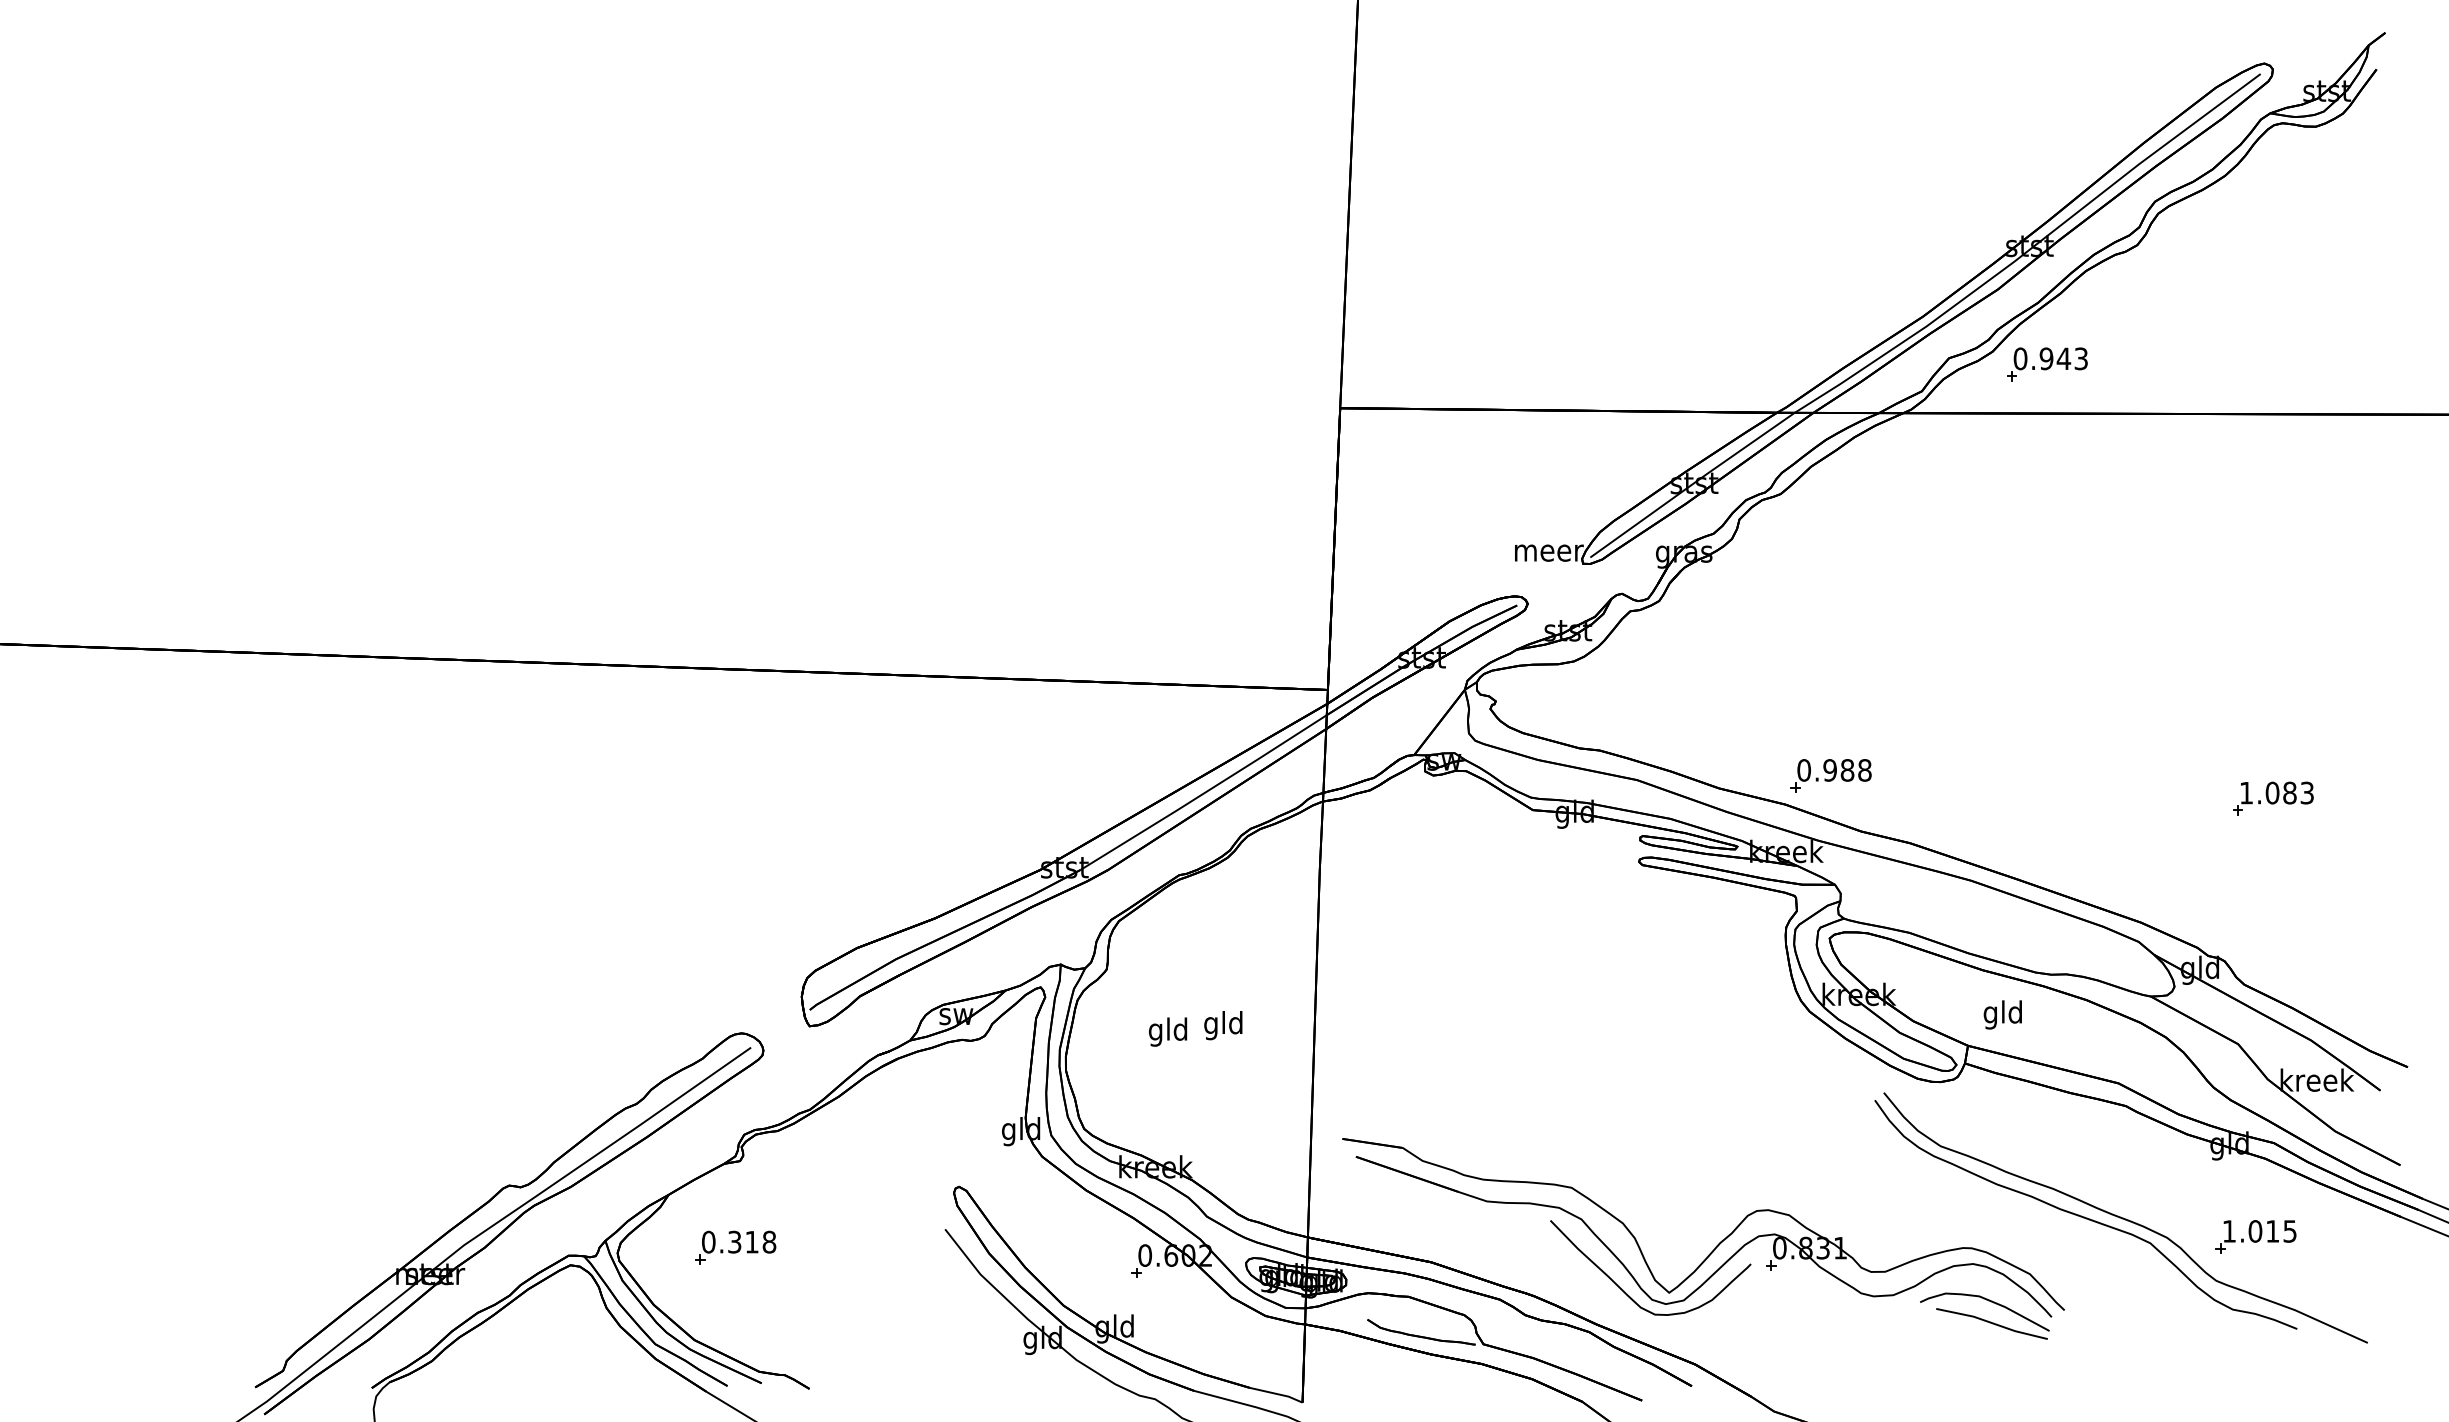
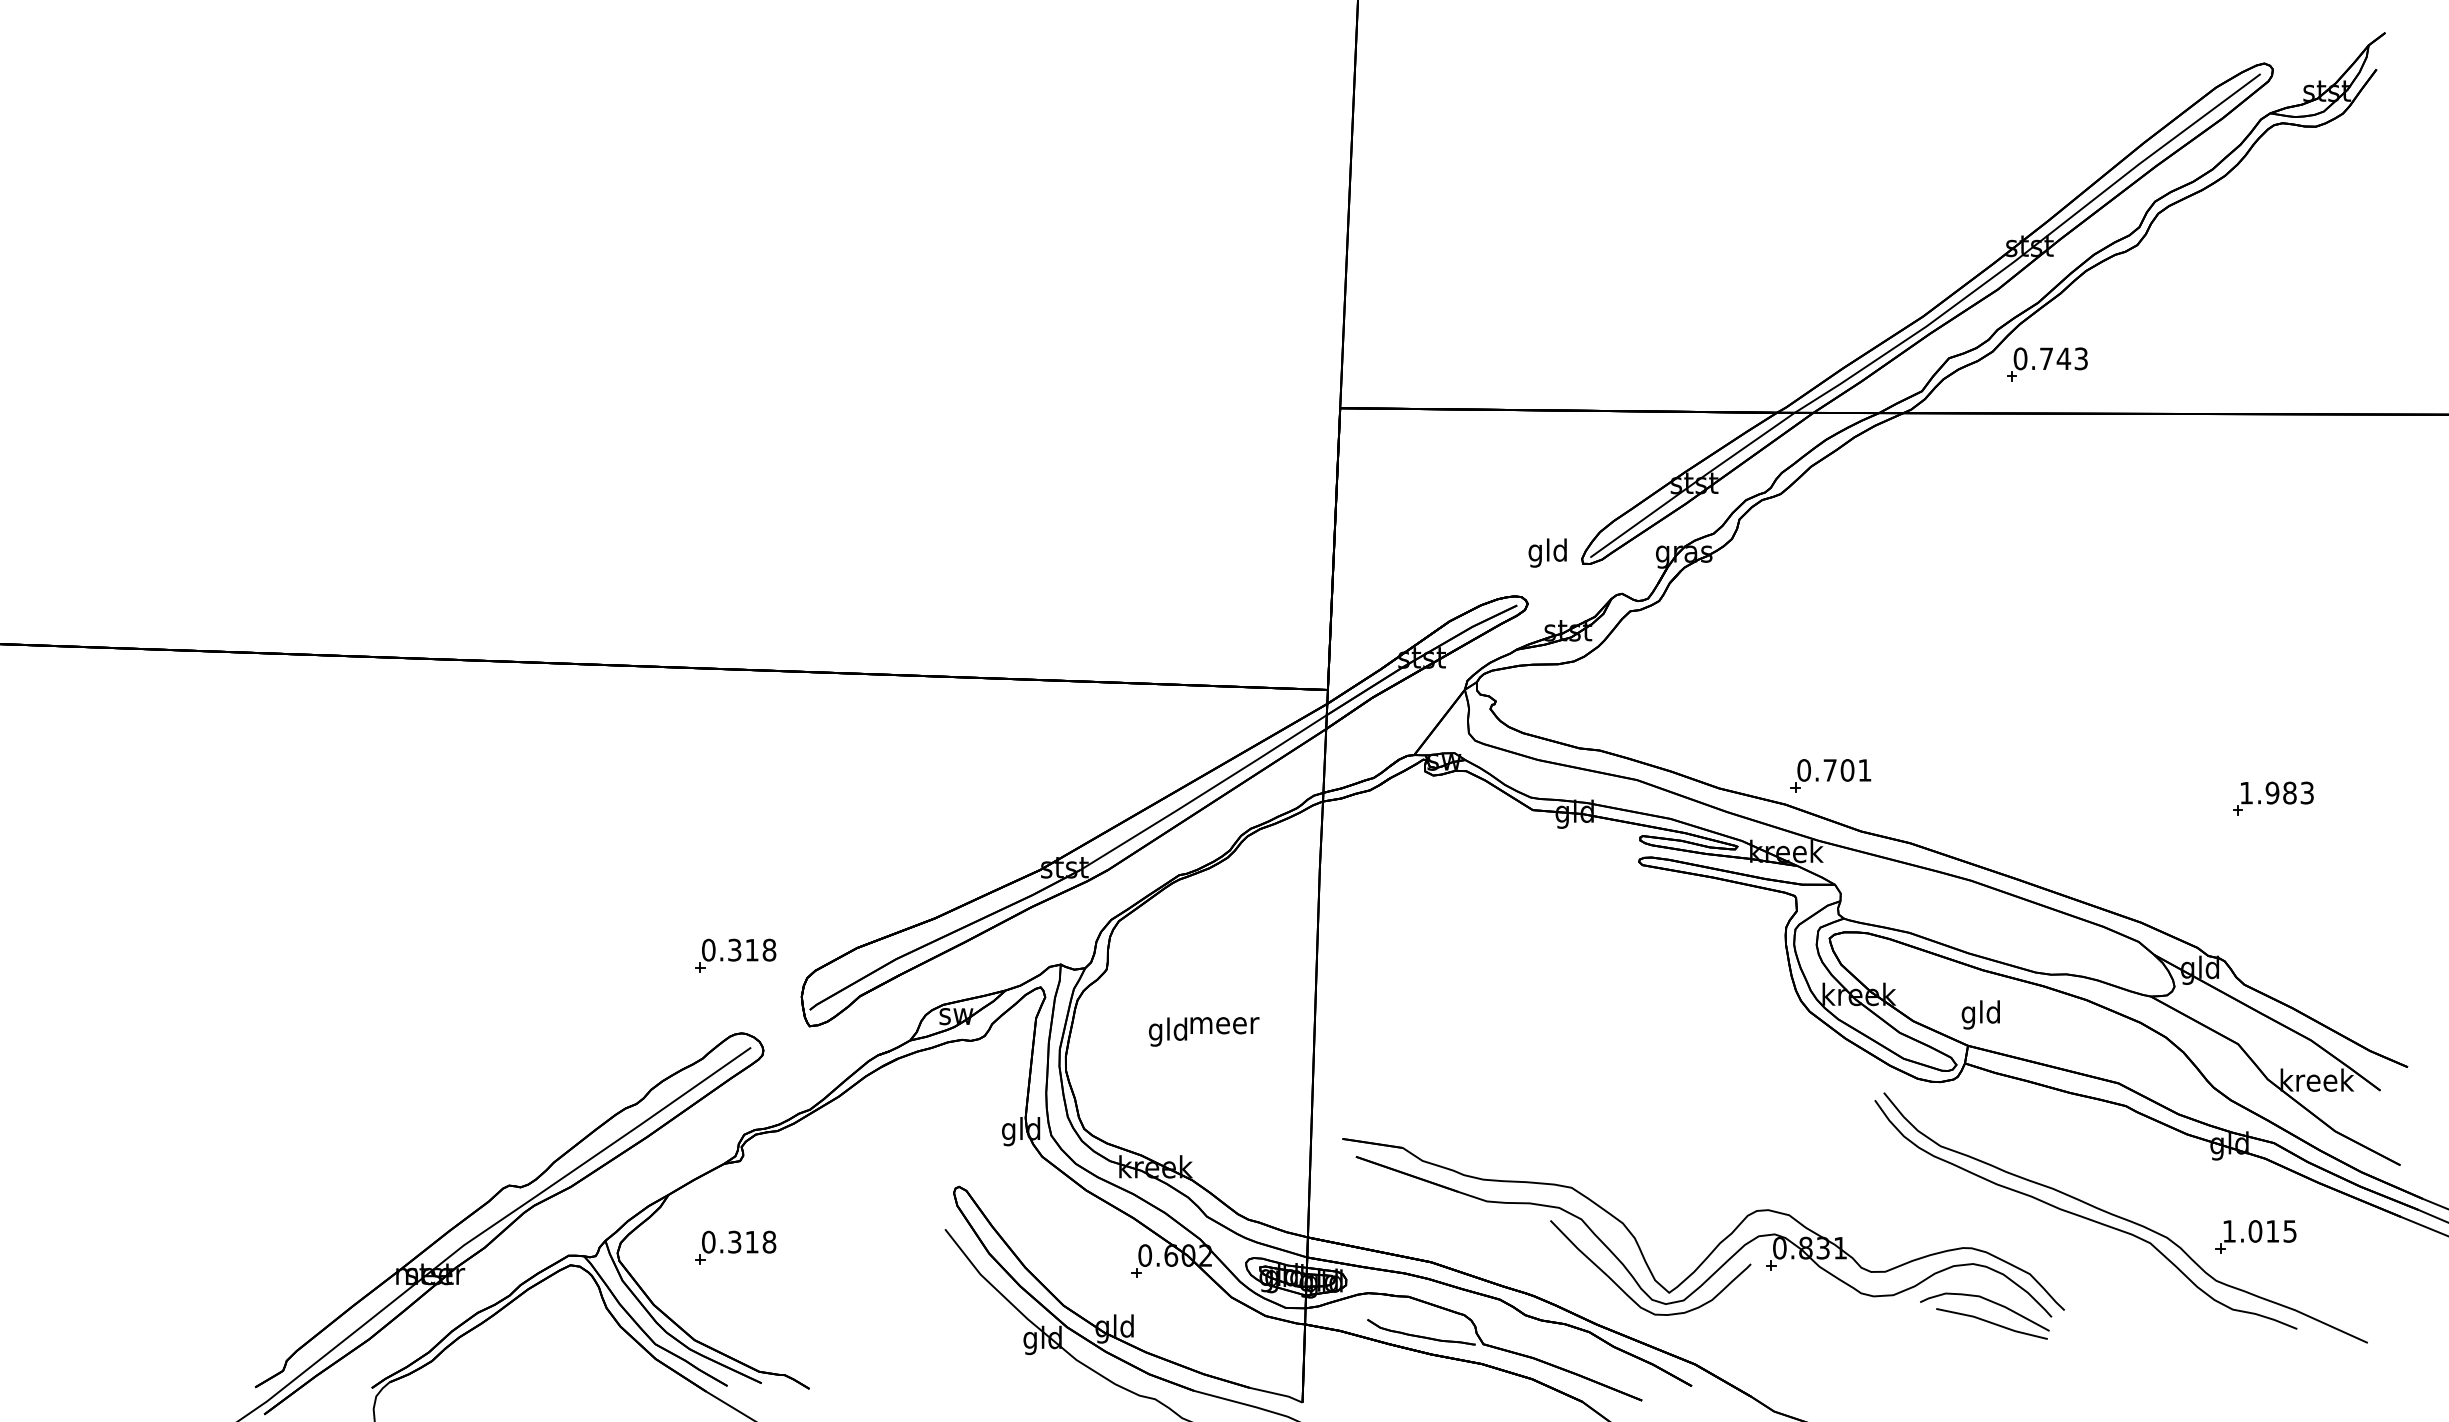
text at (2046, 358): 0.943 -> 0.743
text at (1549, 552): meer -> gld
text at (1847, 770): 0.988 -> 0.701
text at (2272, 793): 1.083 -> 1.983
part at (735, 955): none -> present
text at (2002, 1014) position: (2002, 1014) -> (1980, 1014)
text at (1224, 1025): gld -> meer
